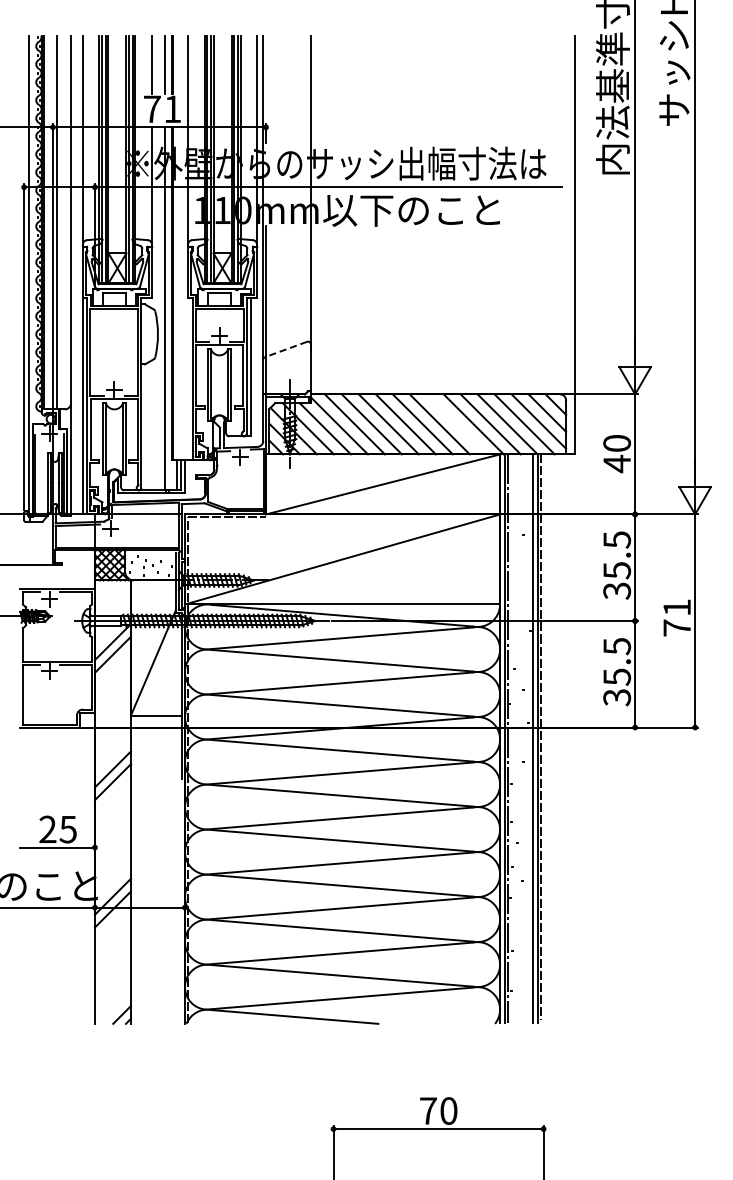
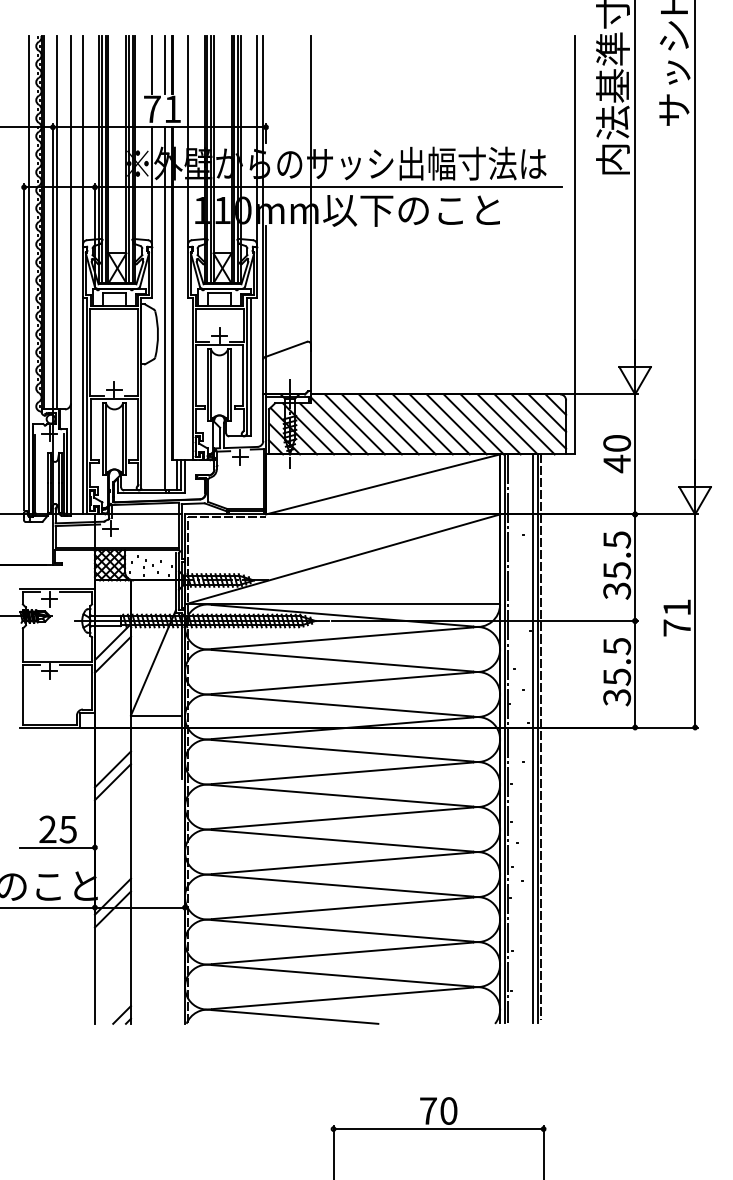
line at (285, 349): dashed -> solid
line at (456, 424): none -> present
